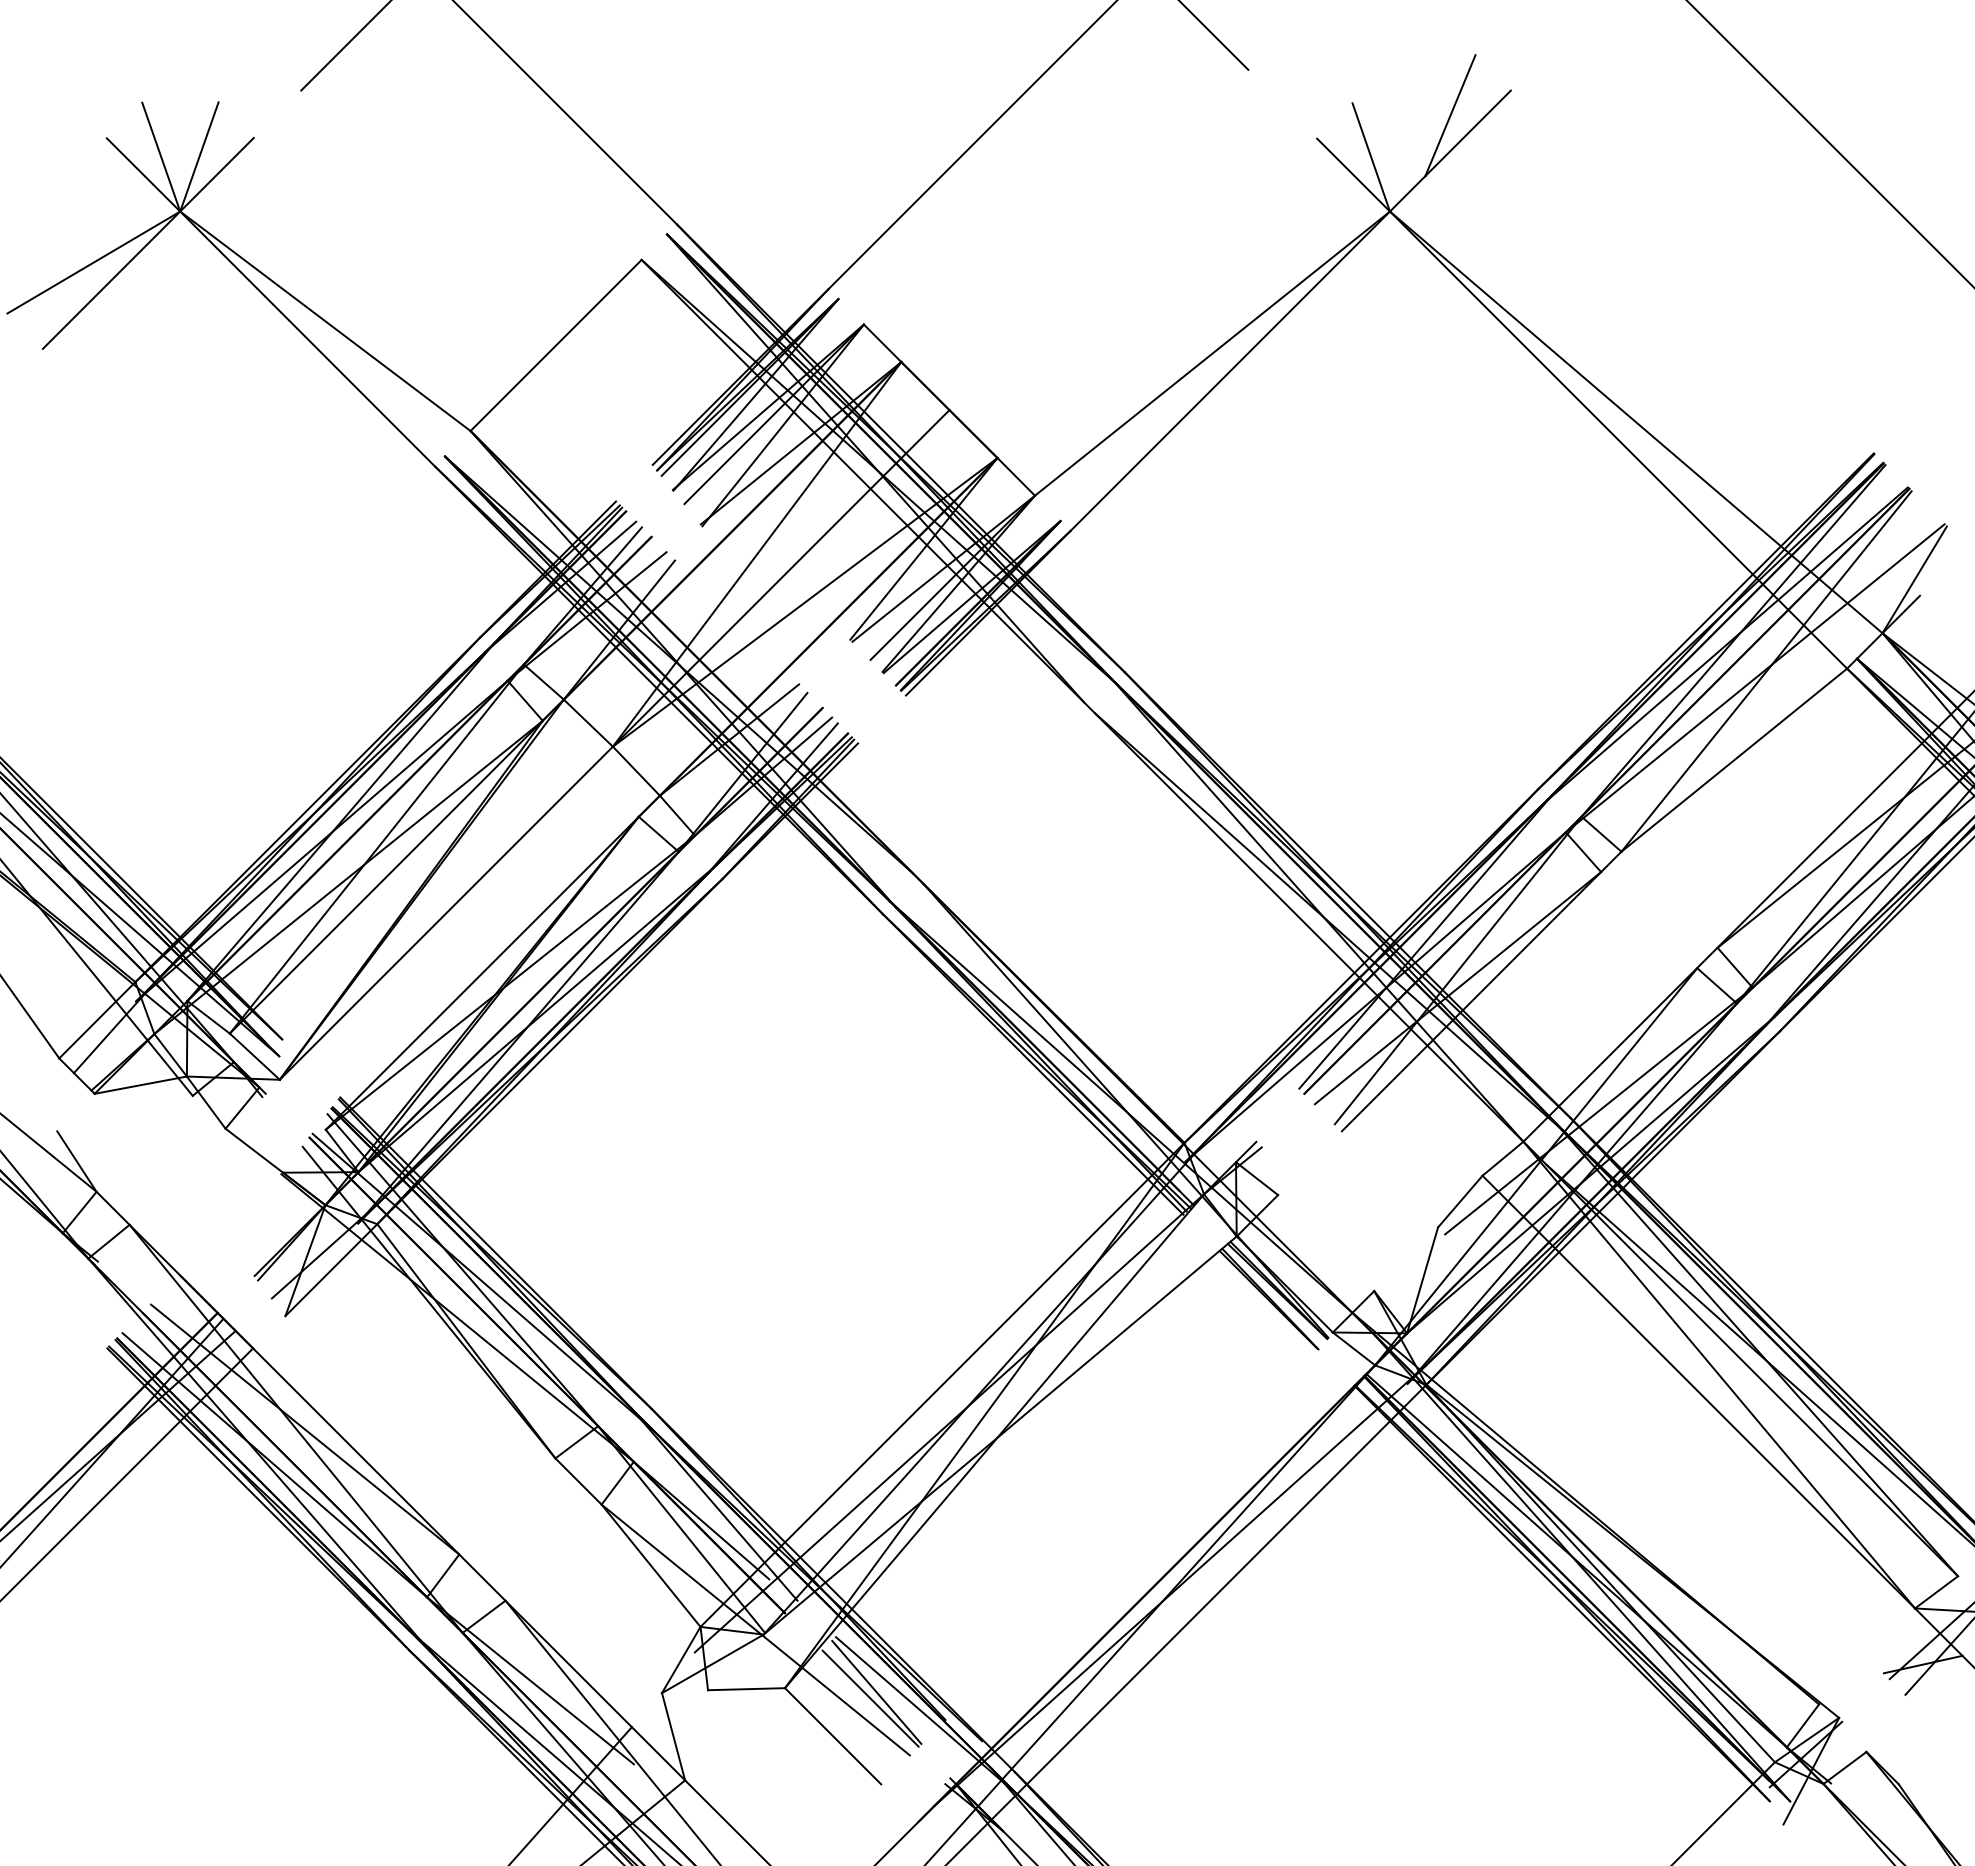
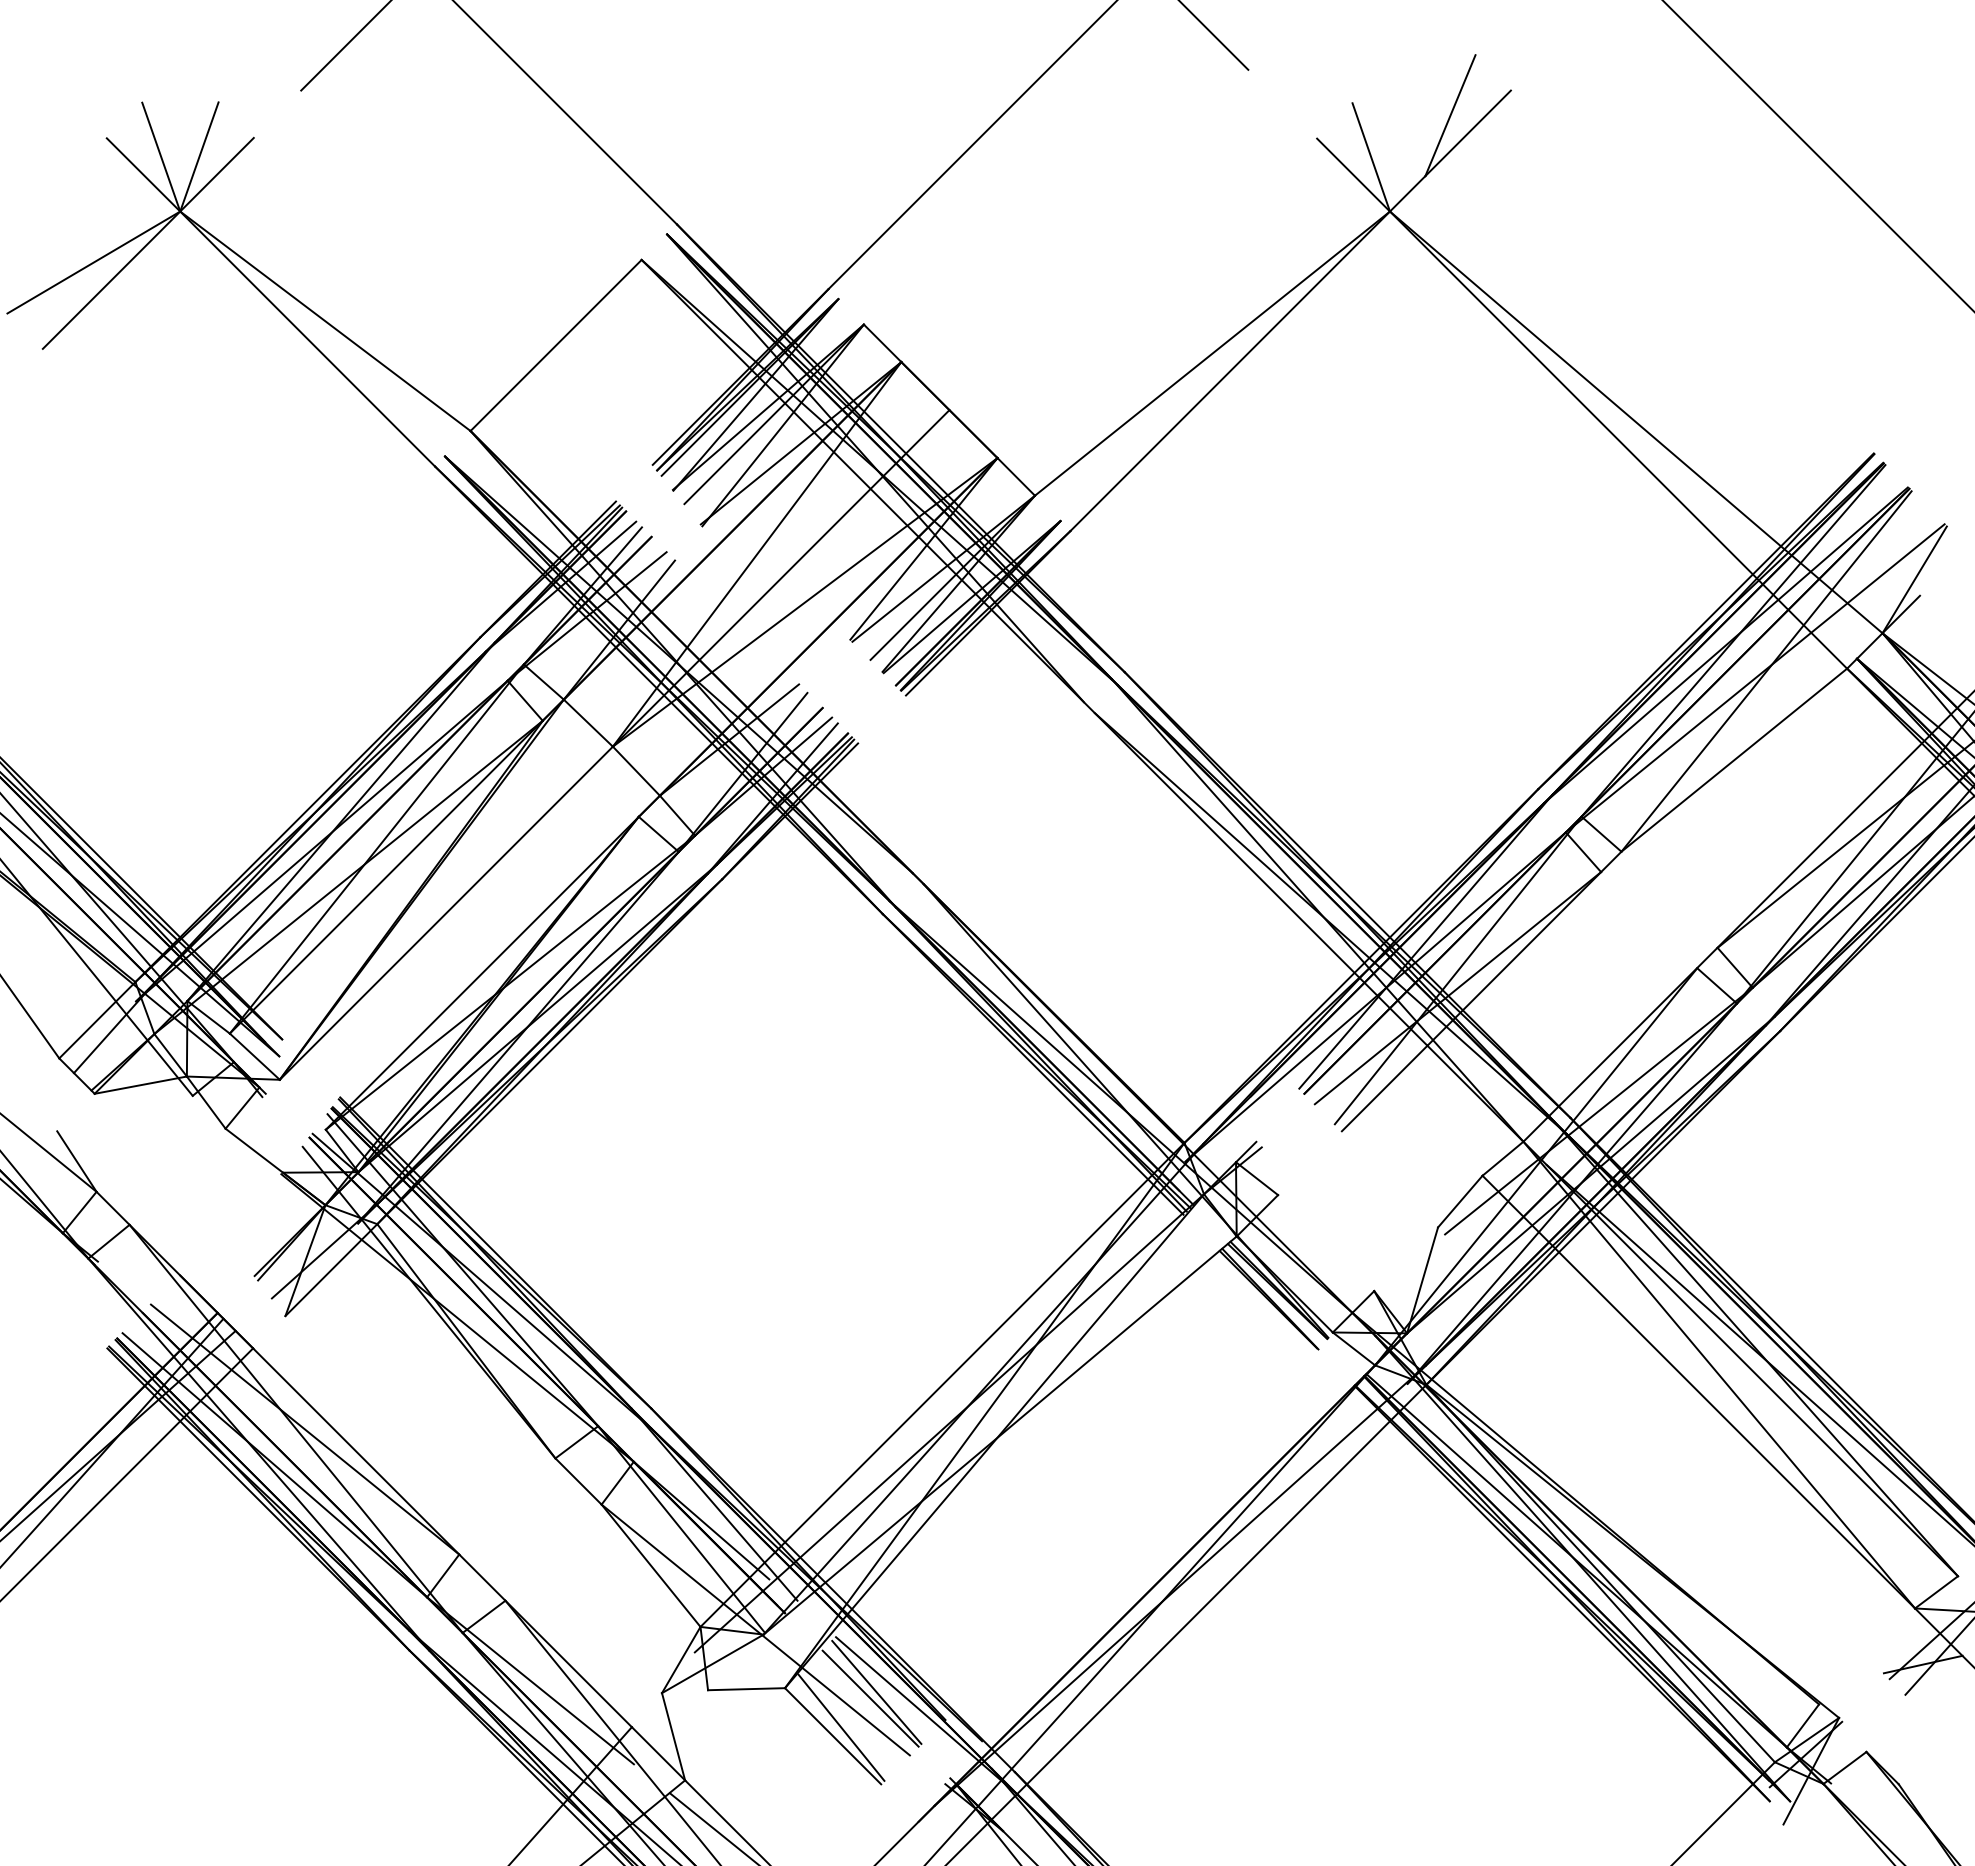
line at (1829, 143) position: (1829, 143) -> (1817, 155)
line at (841, 1727): none -> present
line at (712, 1827): none -> present
